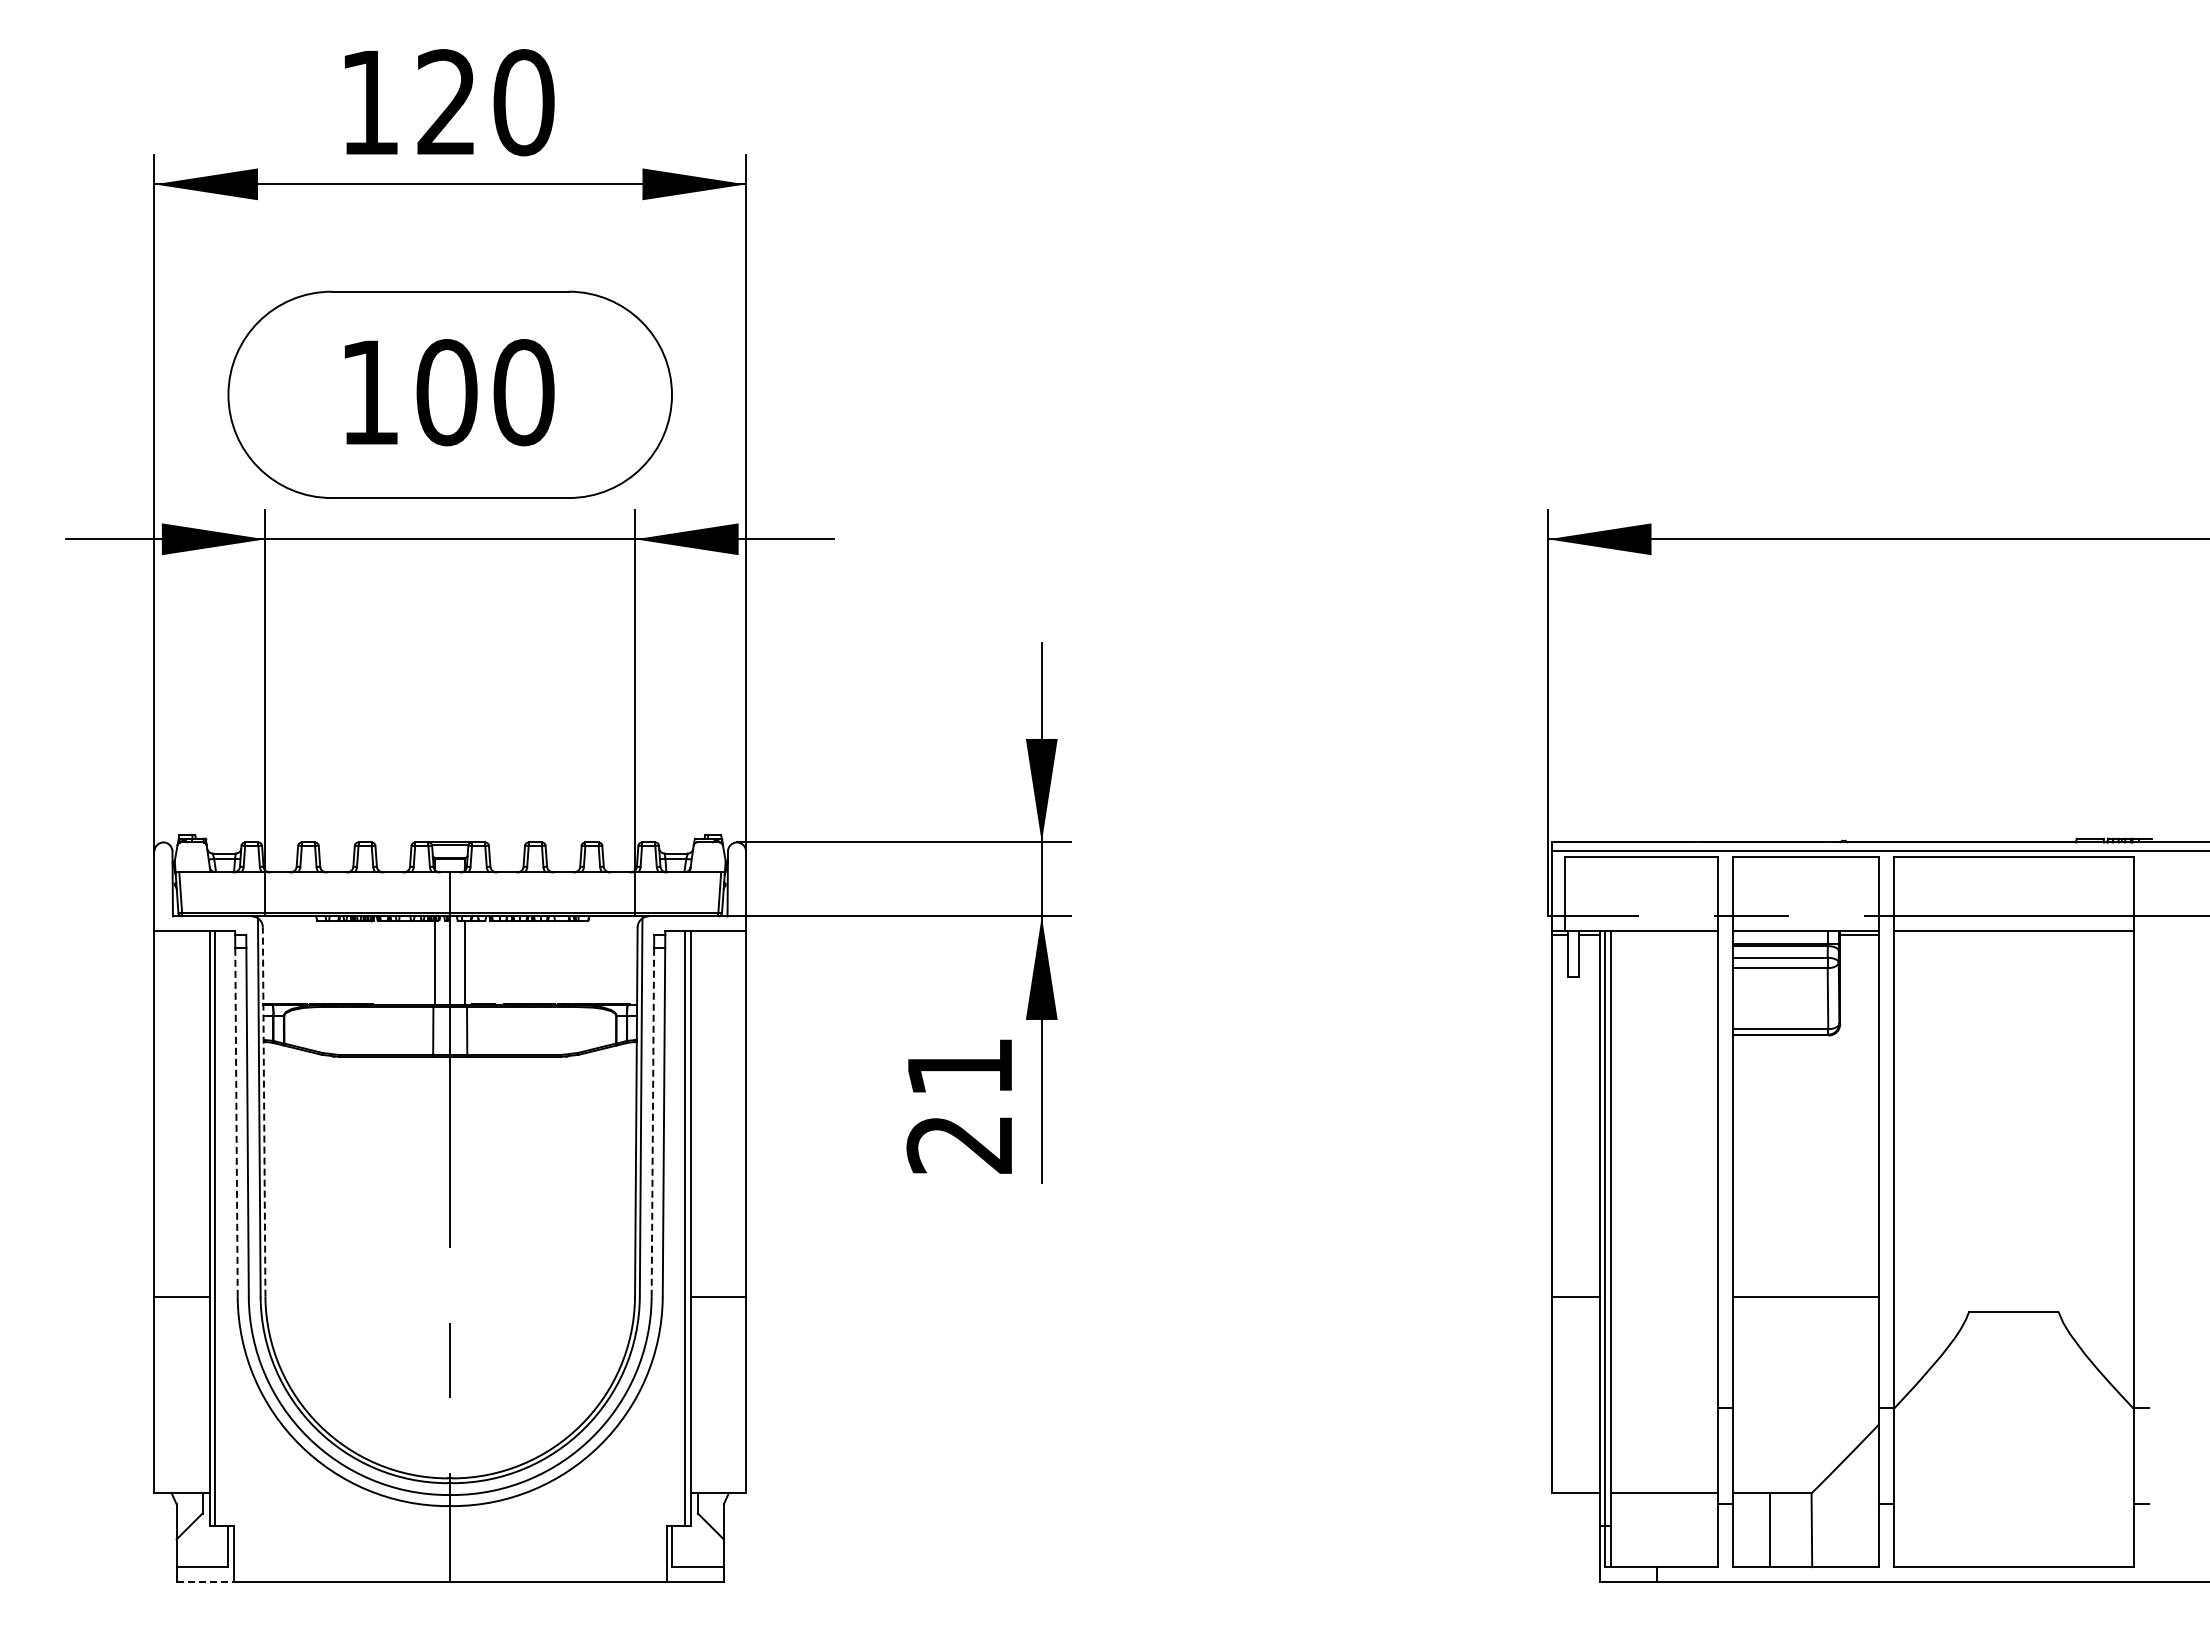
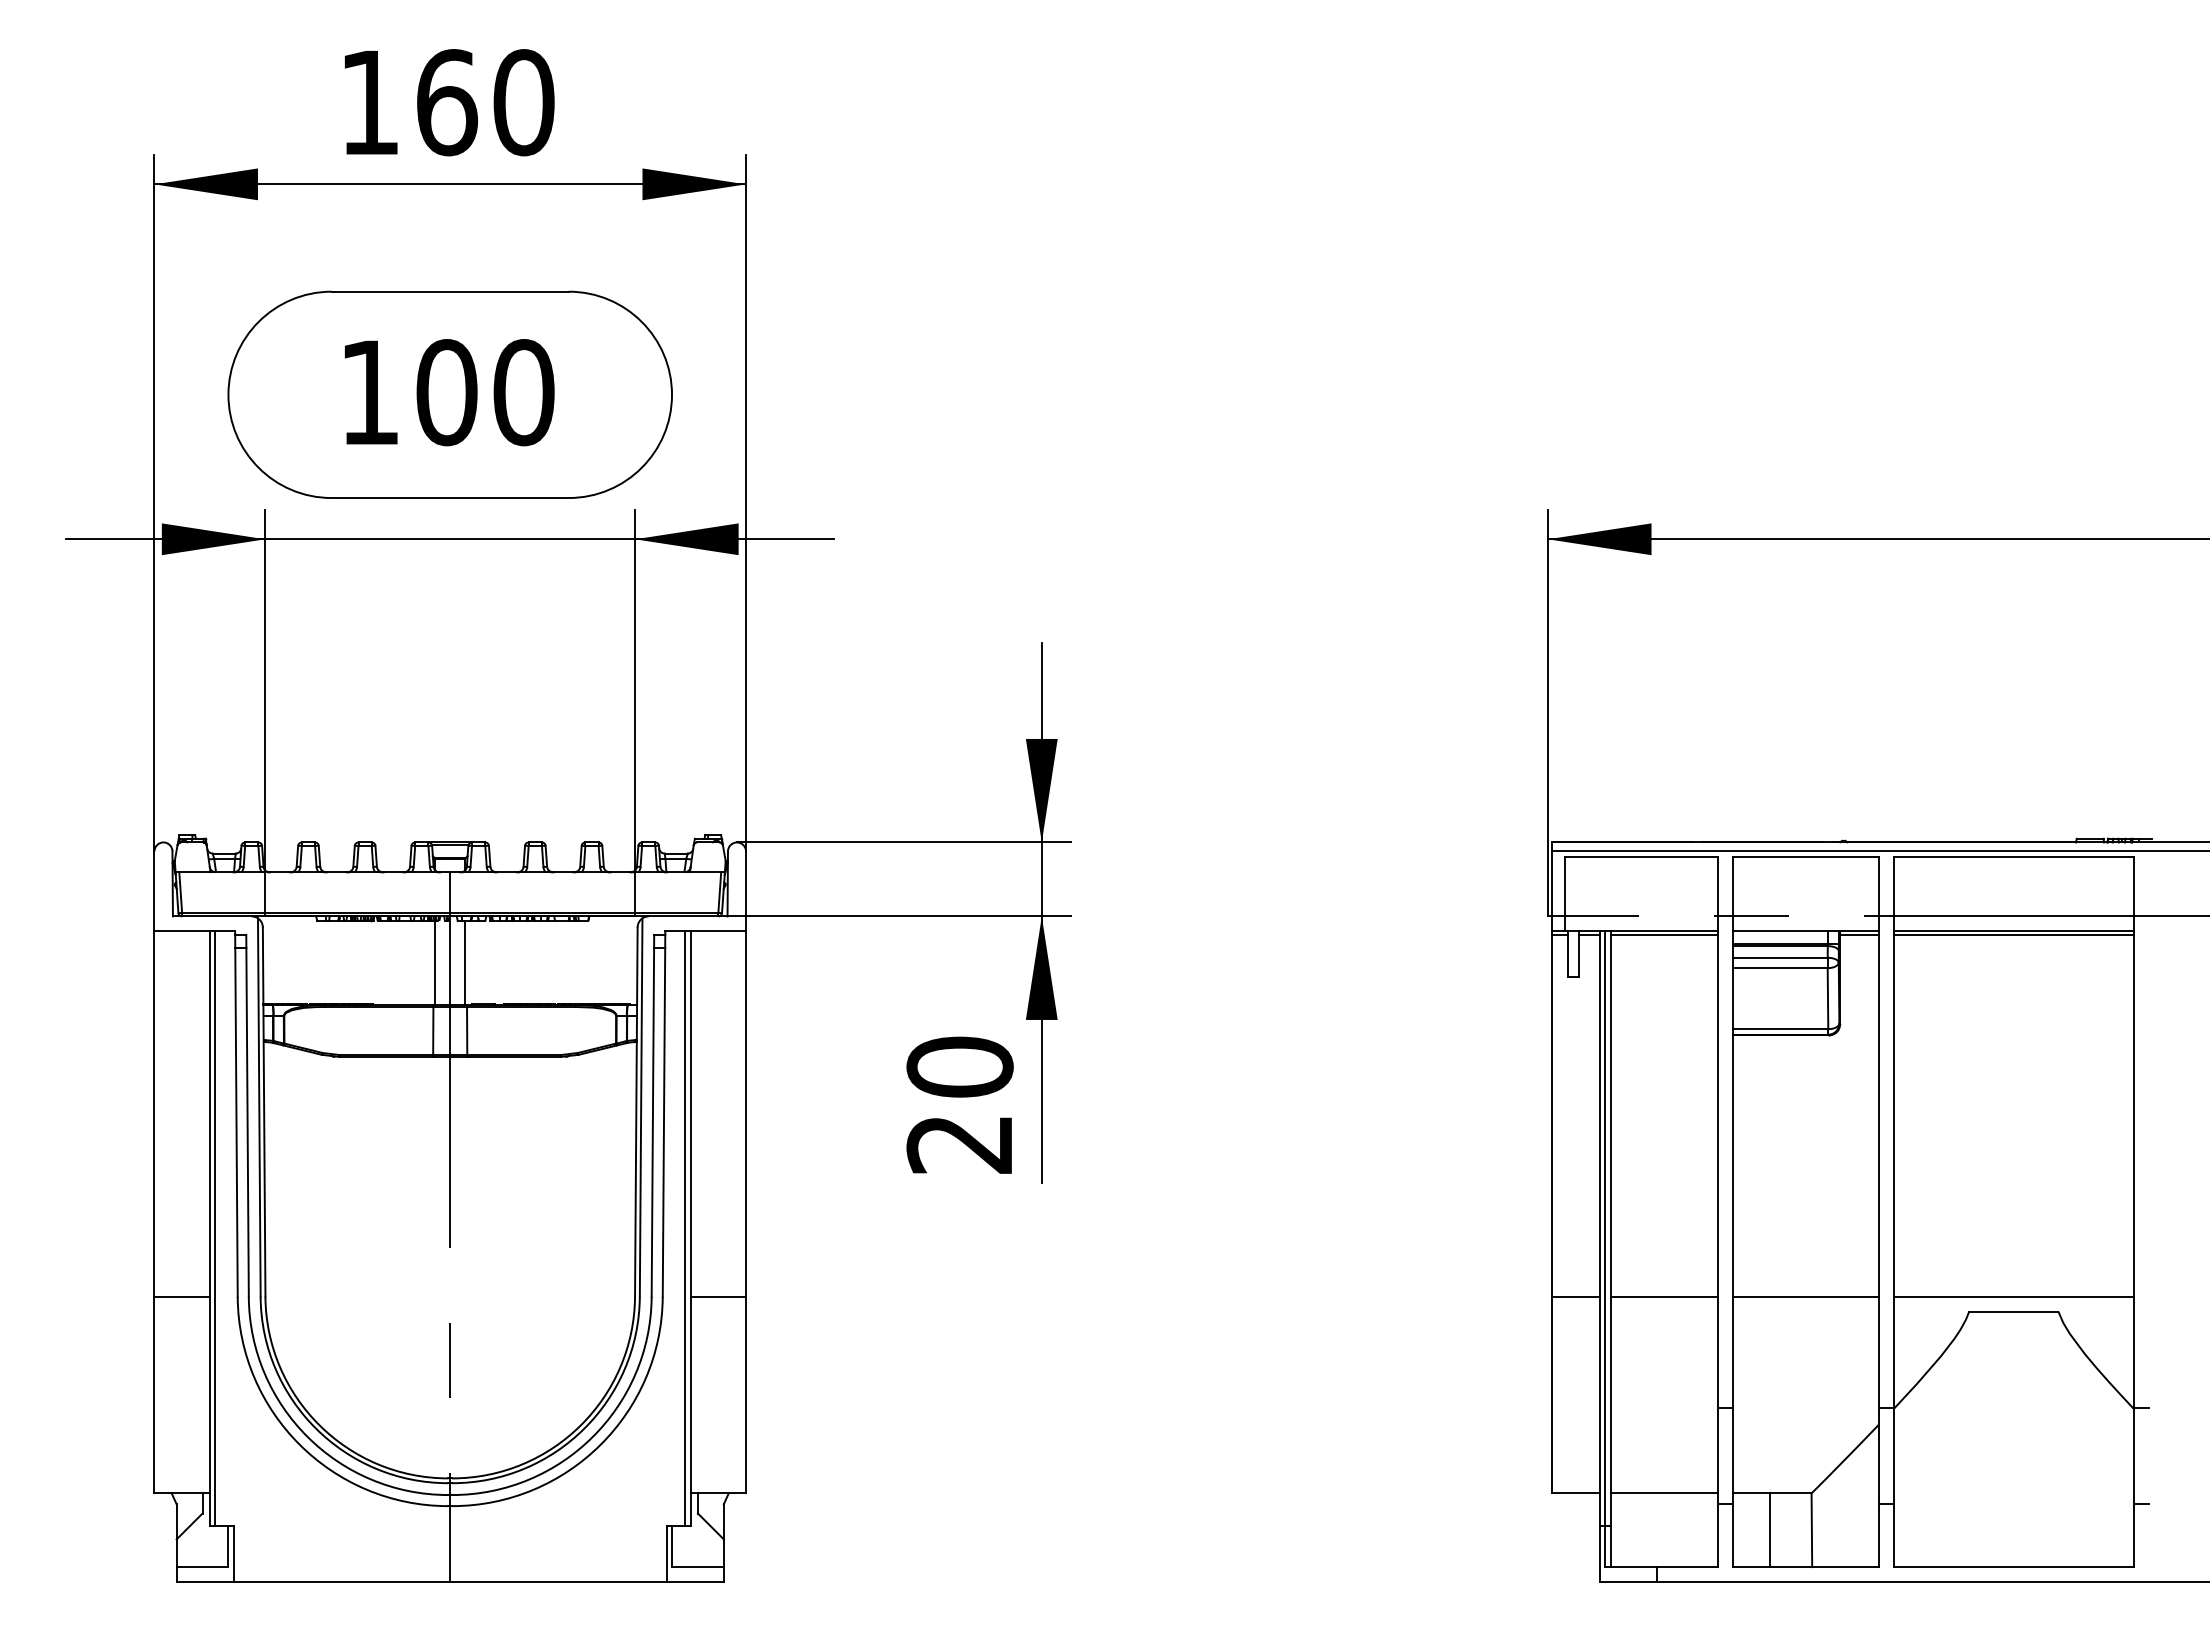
text at (447, 102): 120 -> 160
line at (1664, 934): none -> present
line at (2013, 934): none -> present
text at (959, 1066): 21 -> 20
line at (264, 1112): dashed -> solid
line at (236, 1121): dashed -> solid
line at (652, 1121): dashed -> solid
line at (1664, 1296): none -> present
line at (2013, 1296): none -> present
line at (205, 1581): dashed -> solid
